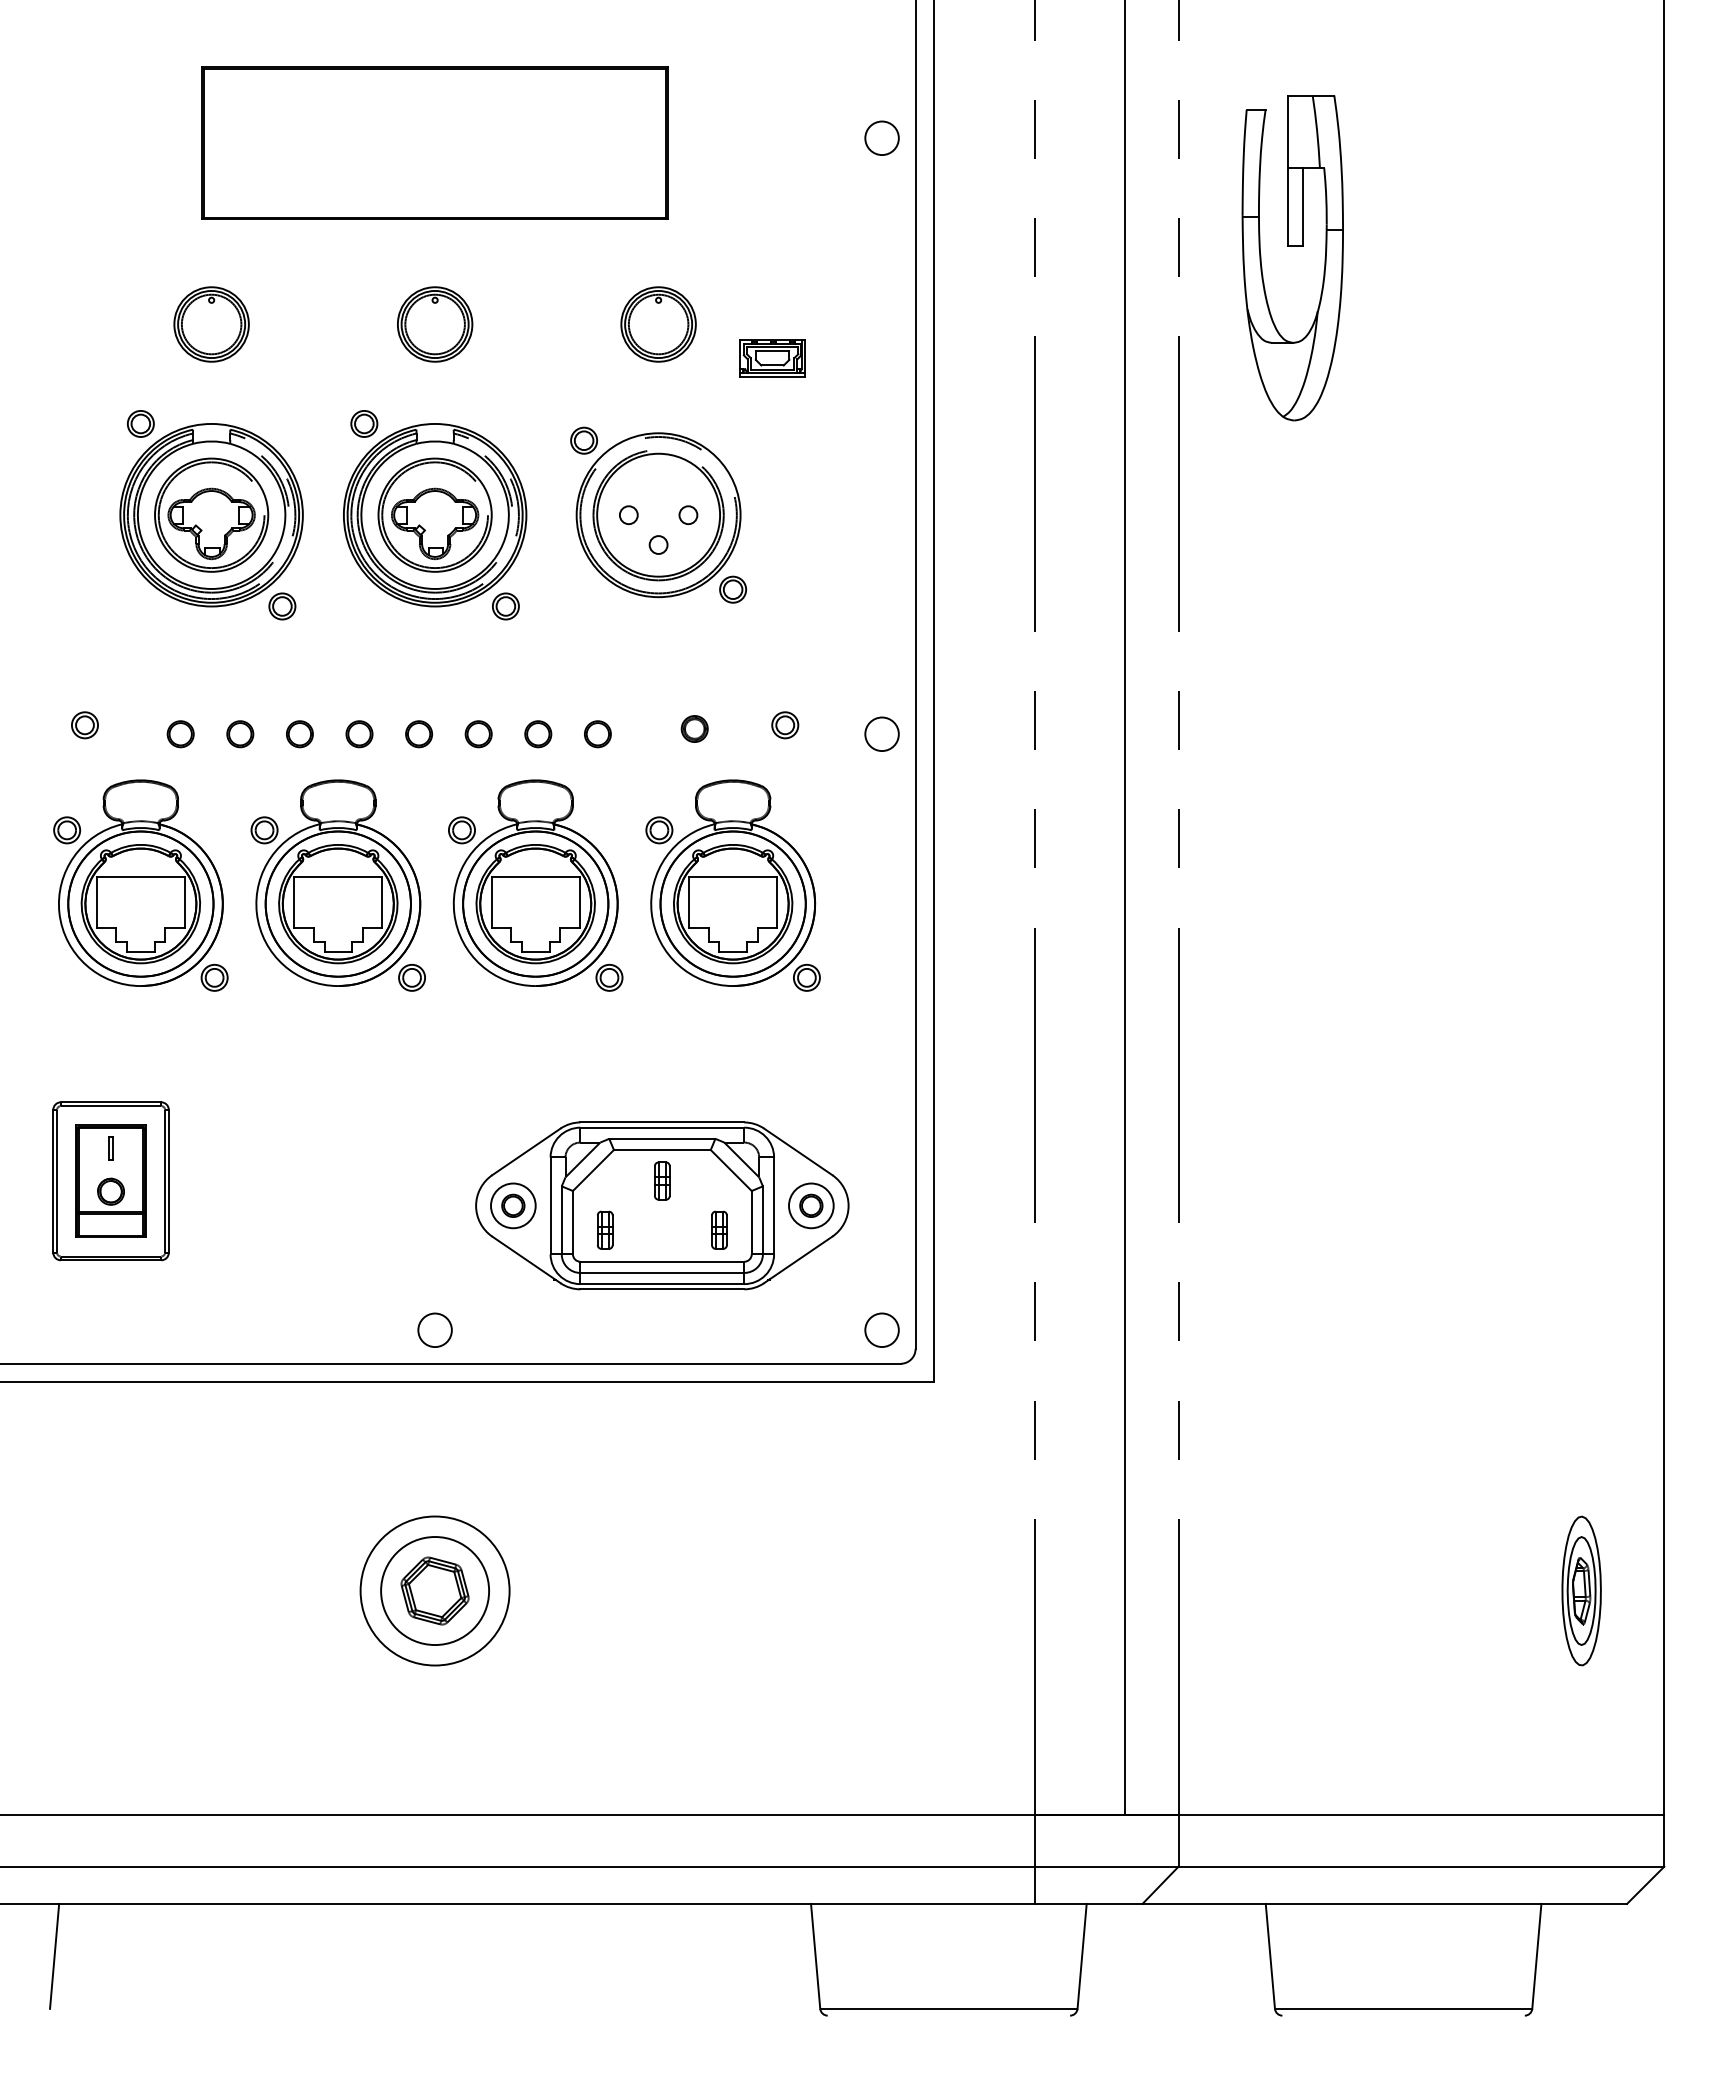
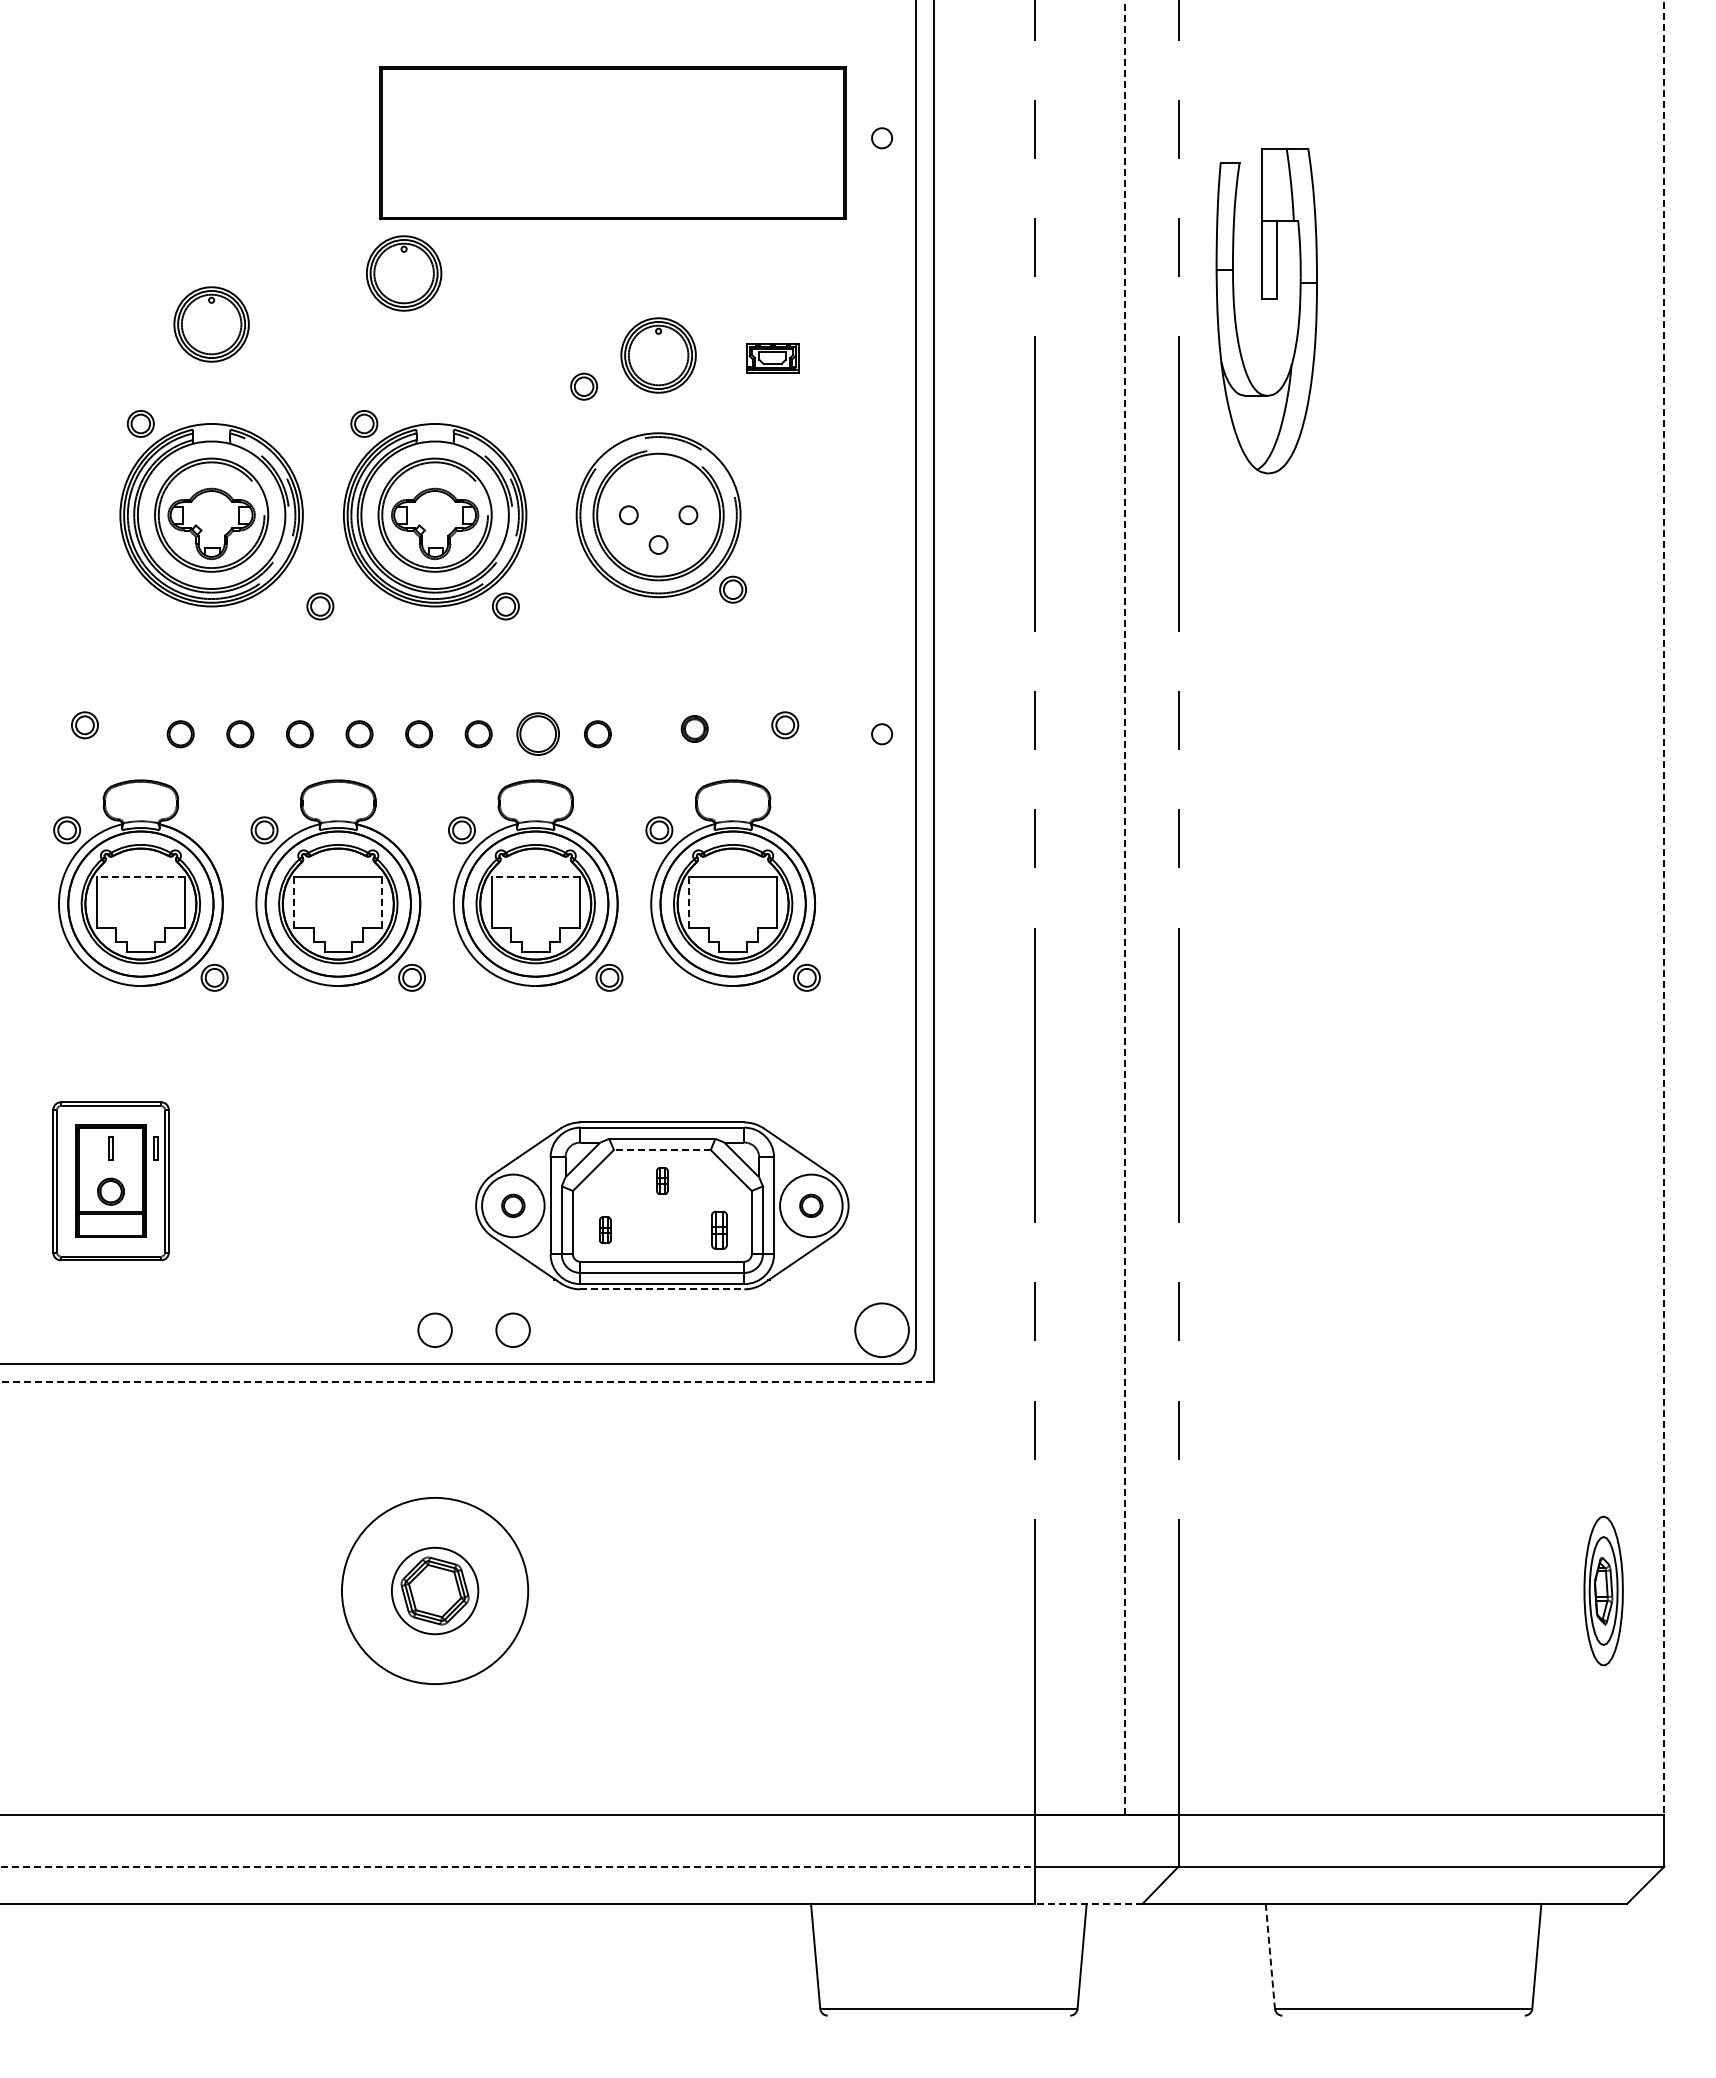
circle at (881, 138) diameter: 34 px -> 20 px
part at (434, 142) position: (434, 142) -> (612, 142)
part at (1292, 246) position: (1292, 246) -> (1266, 299)
part at (435, 324) position: (435, 324) -> (404, 273)
part at (658, 324) position: (658, 324) -> (658, 355)
part at (772, 358) size: 67x39 px -> 54x31 px
part at (583, 440) position: (583, 440) -> (583, 386)
part at (282, 606) position: (282, 606) -> (320, 606)
part at (538, 734) size: 29x29 px -> 44x44 px
circle at (881, 734) diameter: 34 px -> 20 px
line at (140, 876): solid -> dashed
line at (535, 876): solid -> dashed
line at (382, 901): solid -> dashed
line at (294, 902): solid -> dashed
line at (689, 902): solid -> dashed
line at (1125, 907): solid -> dashed
line at (1664, 907): solid -> dashed
part at (155, 1148): none -> present
line at (661, 1150): solid -> dashed
part at (662, 1180) size: 17x40 px -> 13x28 px
circle at (513, 1205) diameter: 45 px -> 63 px
circle at (811, 1205) diameter: 45 px -> 63 px
part at (605, 1229) size: 17x40 px -> 13x29 px
line at (662, 1289): solid -> dashed
circle at (512, 1329): none -> present
circle at (881, 1330) diameter: 34 px -> 54 px
line at (467, 1382): solid -> dashed
circle at (434, 1590) diameter: 149 px -> 186 px
part at (1581, 1590) position: (1581, 1590) -> (1603, 1590)
circle at (435, 1591) diameter: 108 px -> 86 px
line at (518, 1866): solid -> dashed
line at (1088, 1903): solid -> dashed
line at (54, 1955): present -> none
line at (1270, 1956): solid -> dashed
